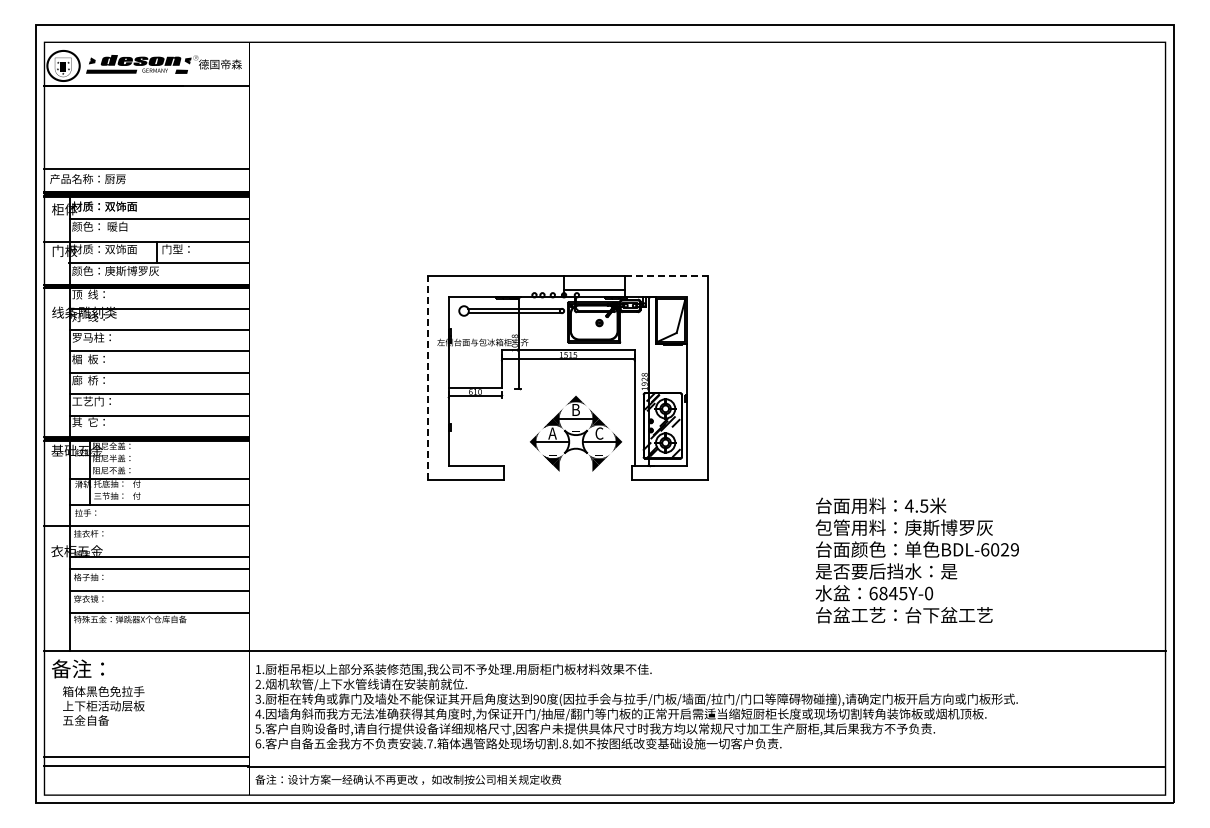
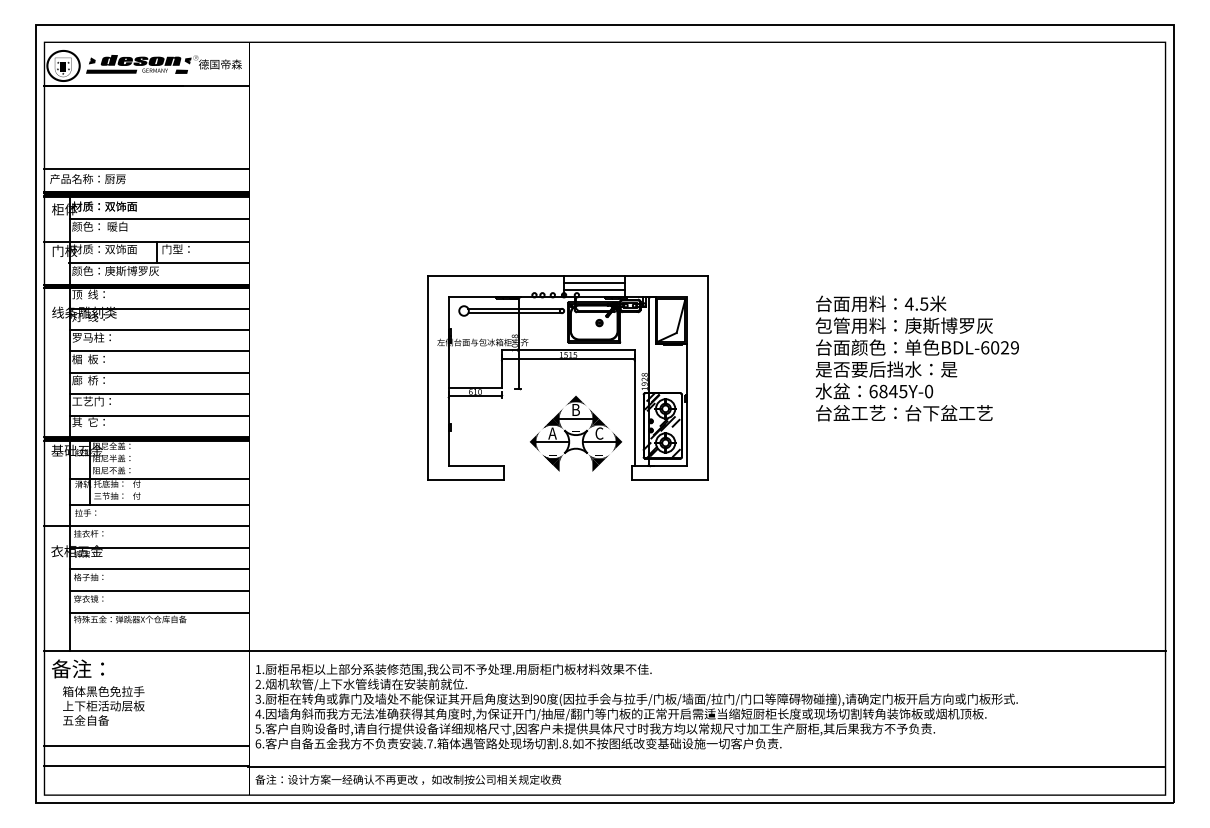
line at (667, 276): dashed -> solid
line at (594, 283): none -> present
line at (427, 378): dashed -> solid
line at (159, 556) position: (159, 556) -> (159, 547)
text at (916, 560) position: (916, 560) -> (916, 358)
line at (146, 757) position: (146, 757) -> (146, 746)
